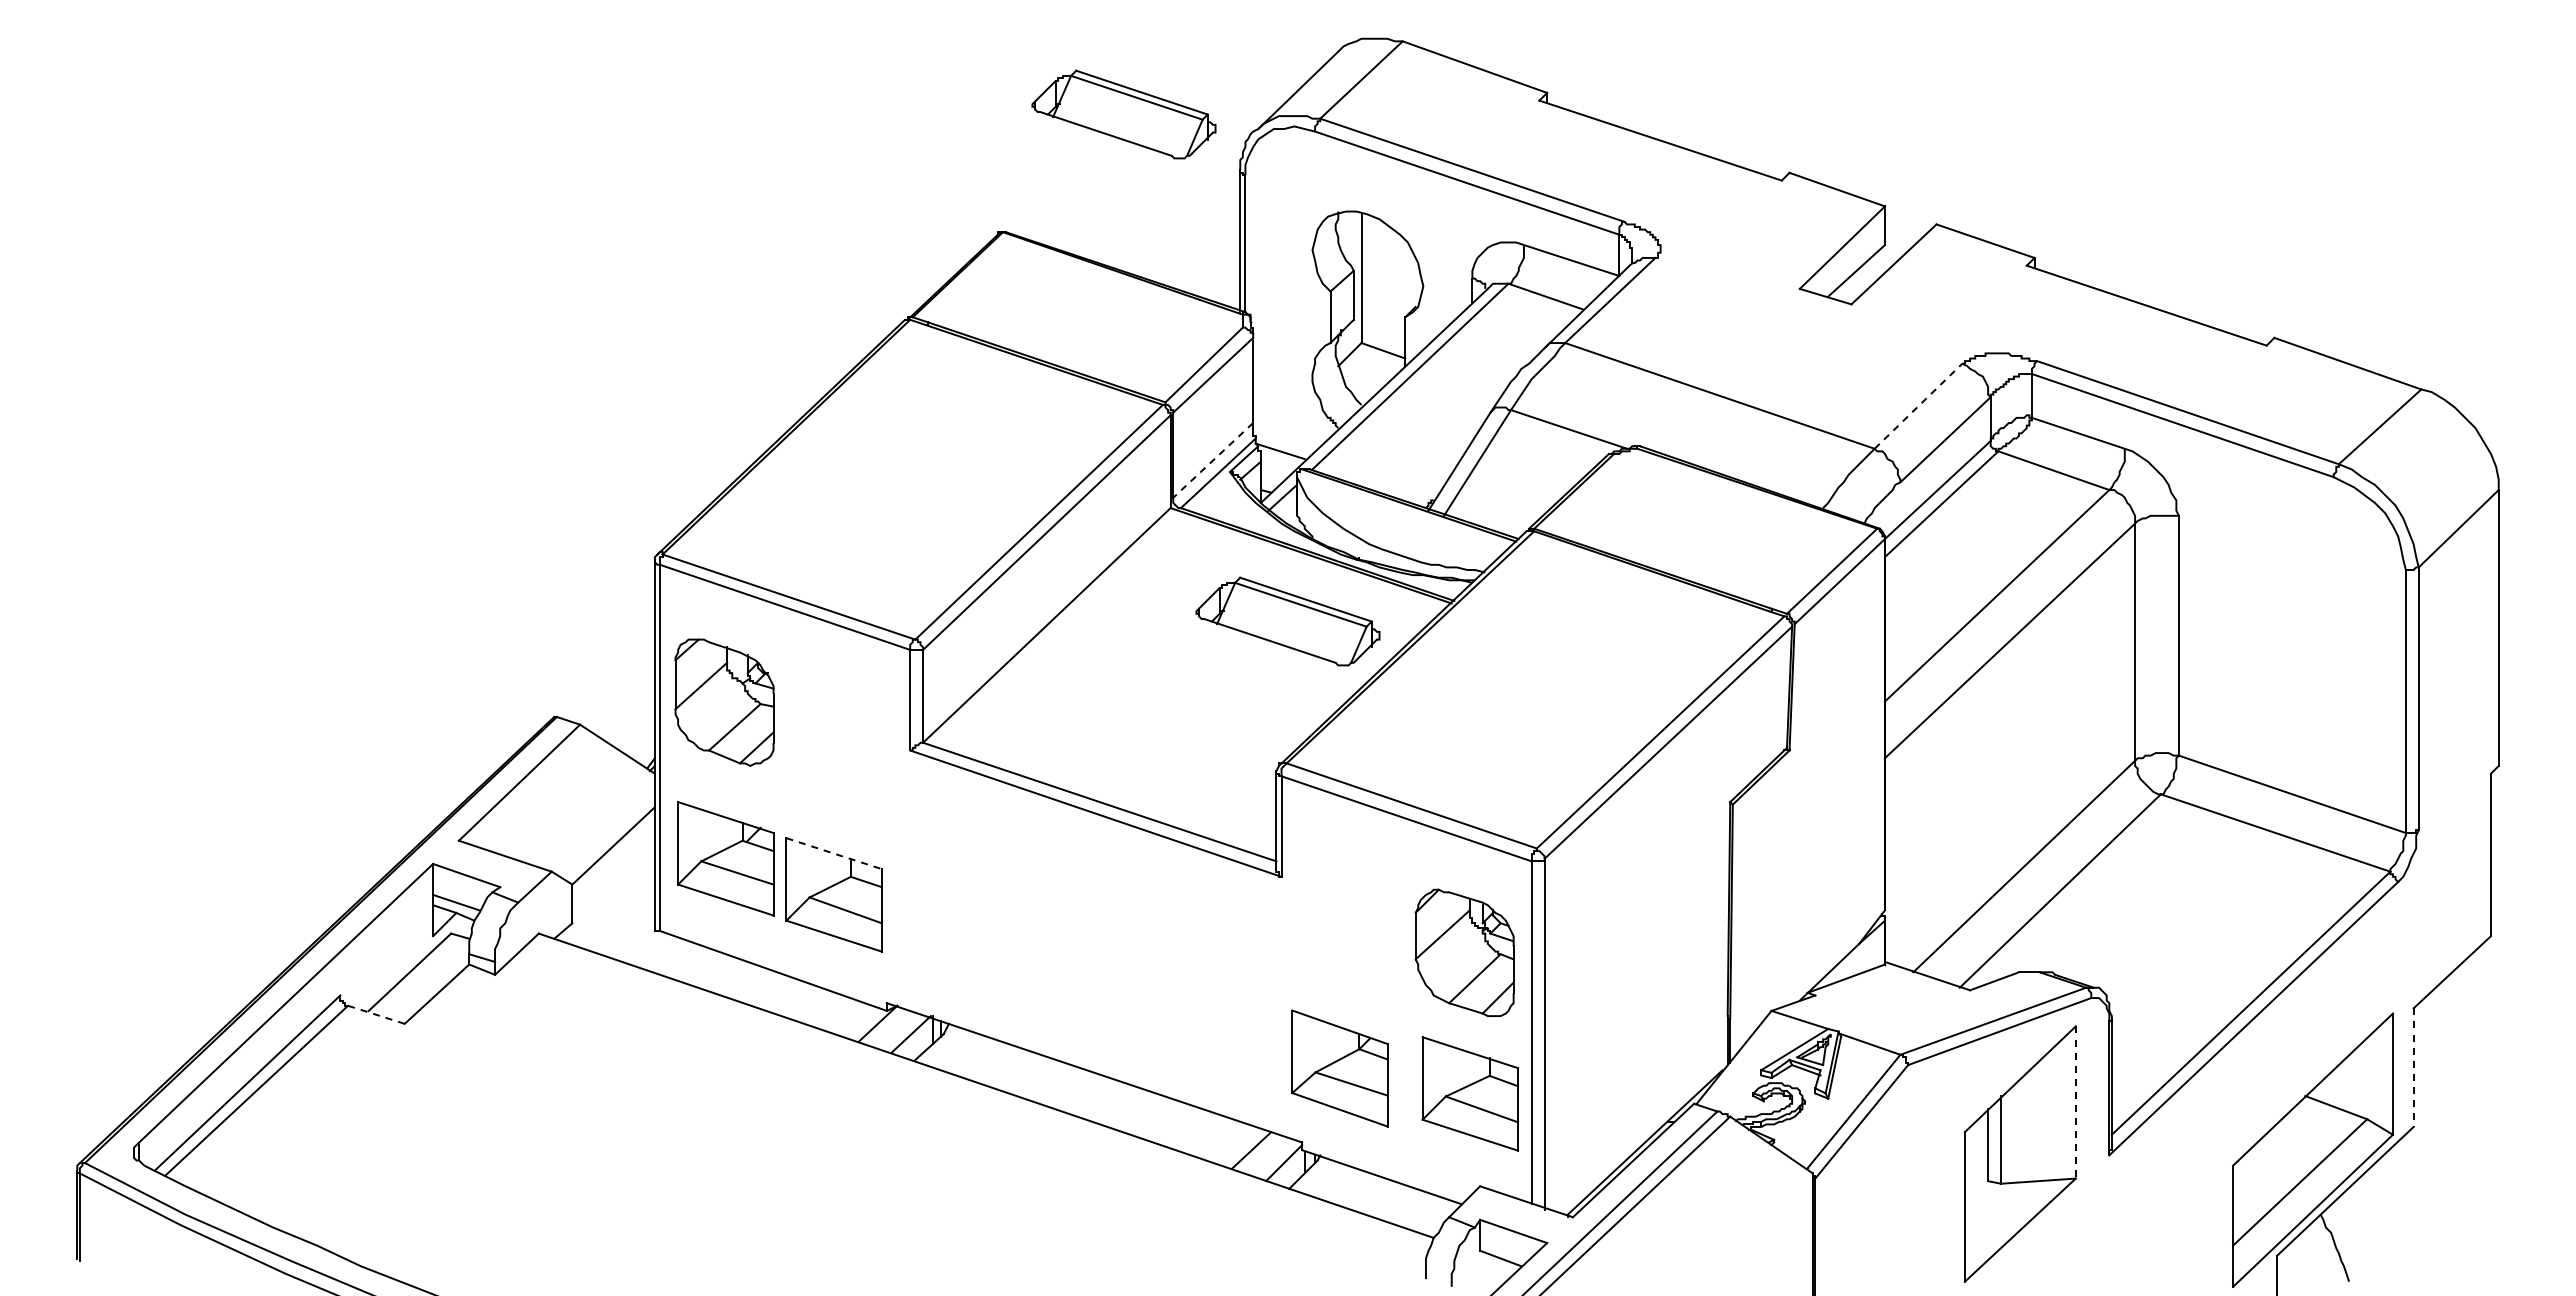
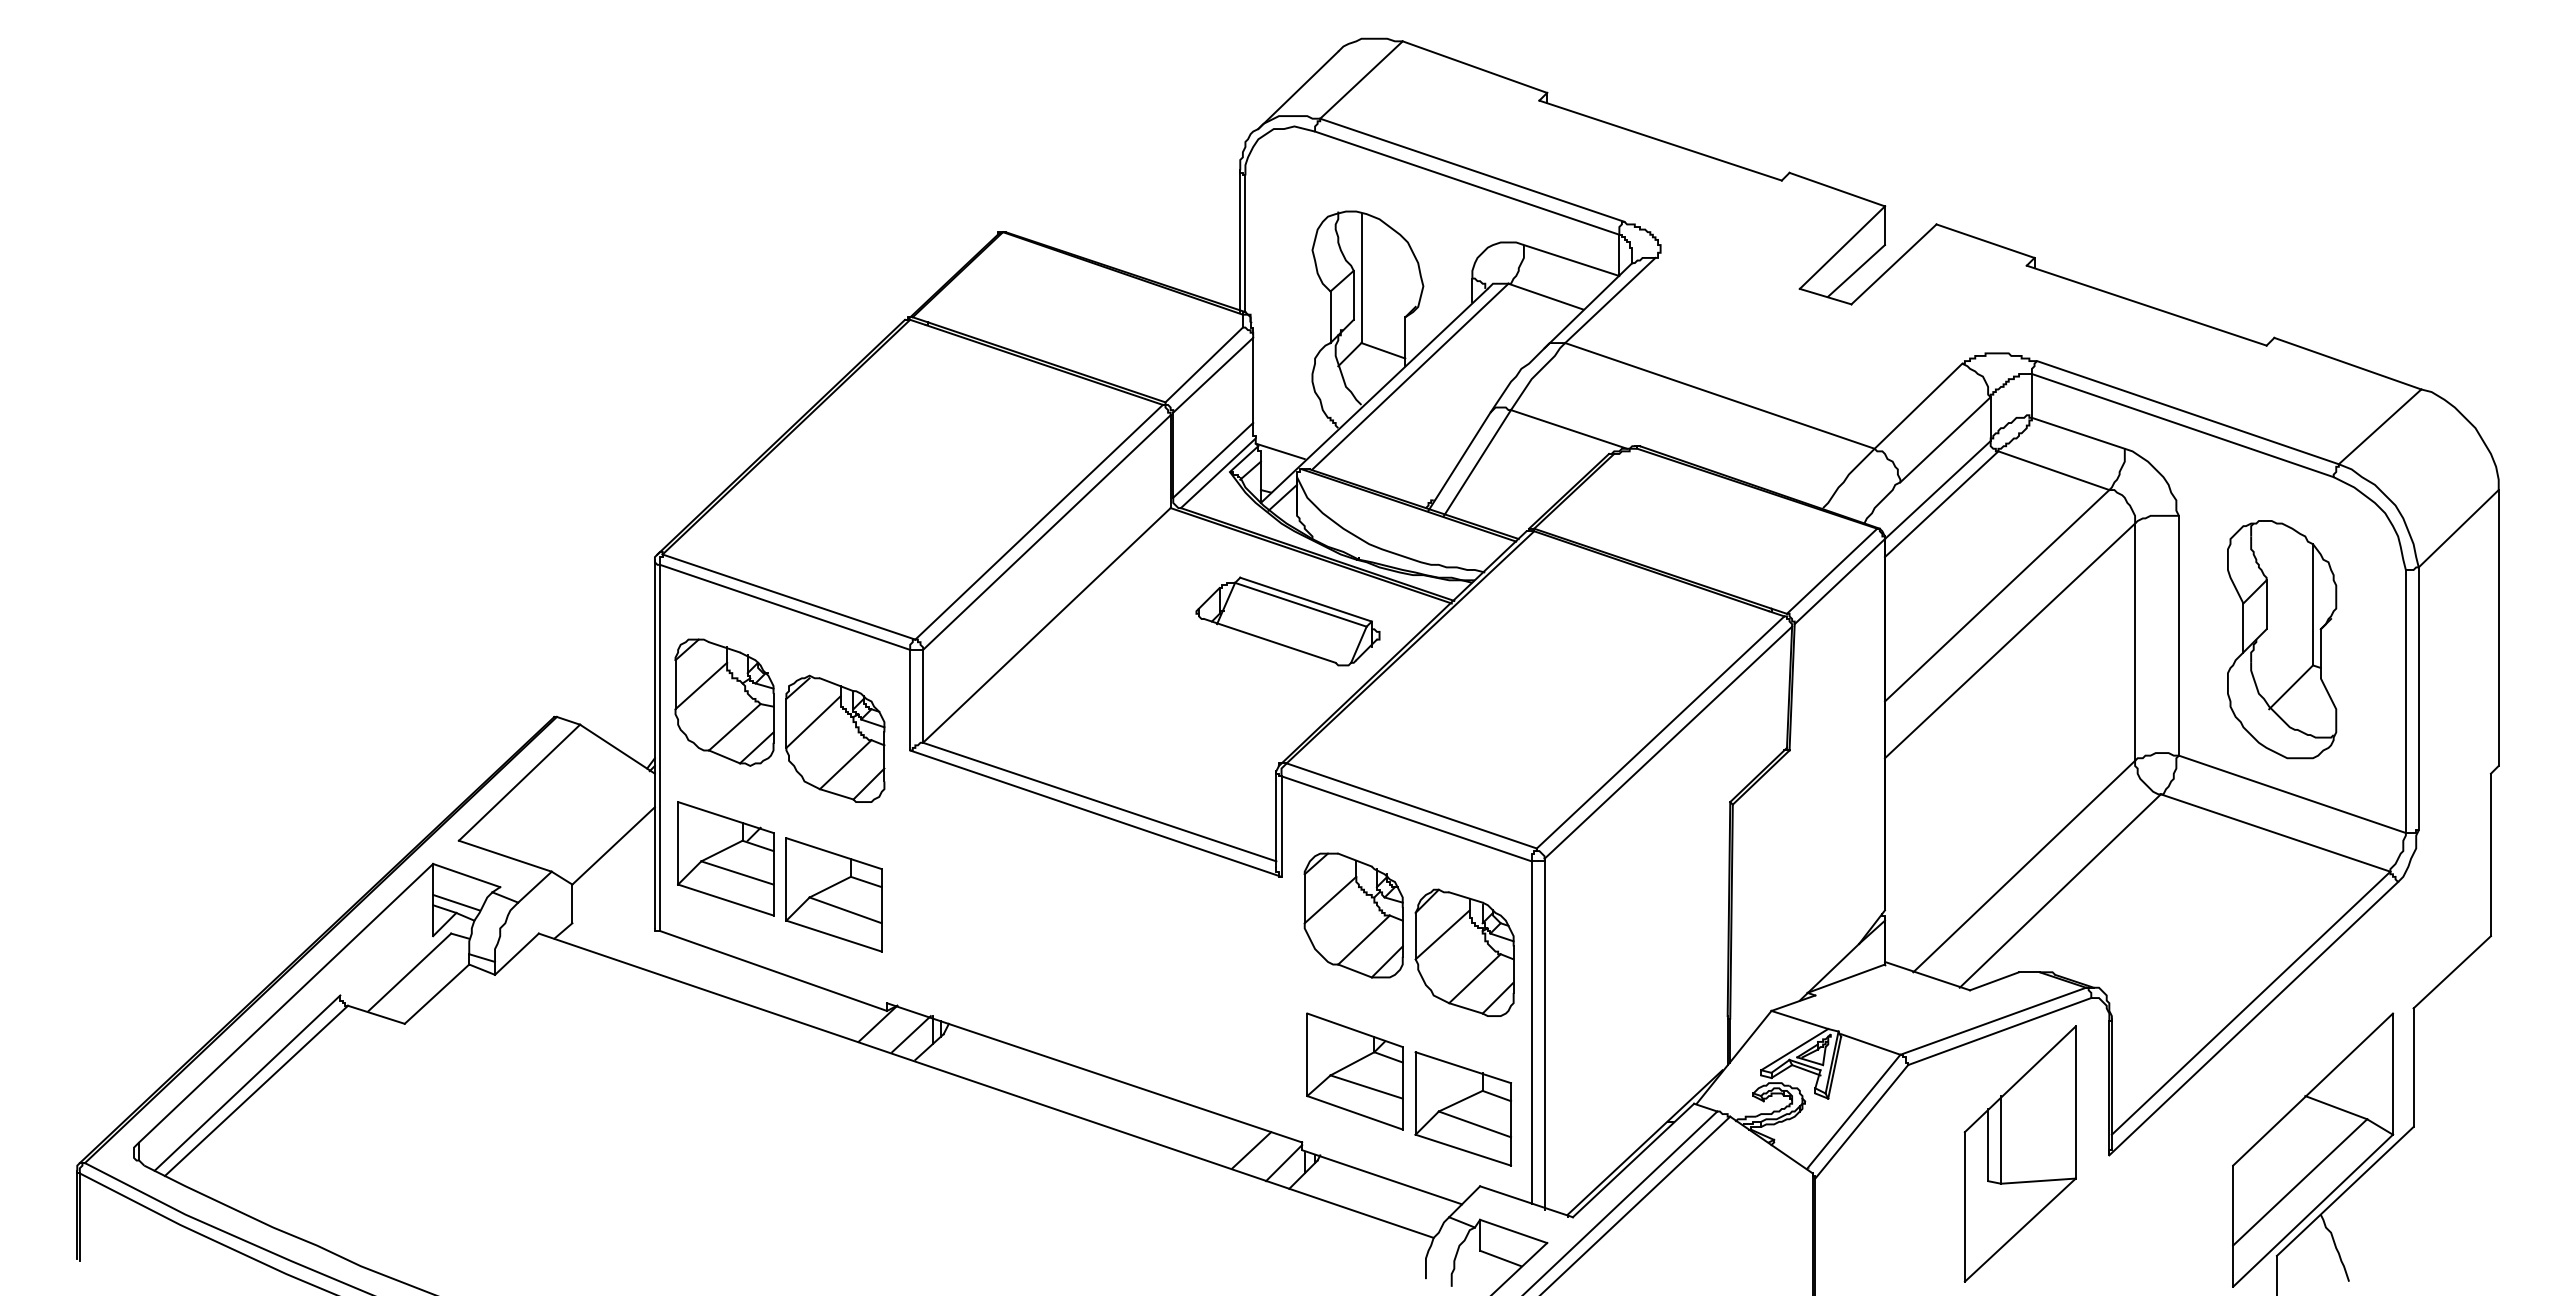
part at (1123, 114): present -> none
line at (1918, 405): dashed -> solid
line at (1213, 460): dashed -> solid
part at (2282, 639): none -> present
part at (835, 738): none -> present
line at (834, 853): dashed -> solid
part at (1353, 915): none -> present
line at (376, 1014): dashed -> solid
part at (1339, 1068) position: (1339, 1068) -> (1354, 1071)
line at (2413, 1068): dashed -> solid
part at (1469, 1093) position: (1469, 1093) -> (1462, 1108)
line at (2075, 1102): dashed -> solid
